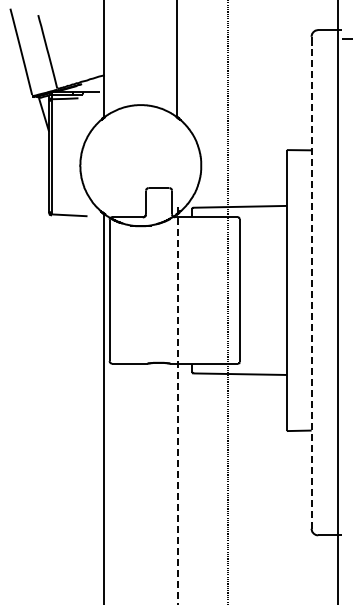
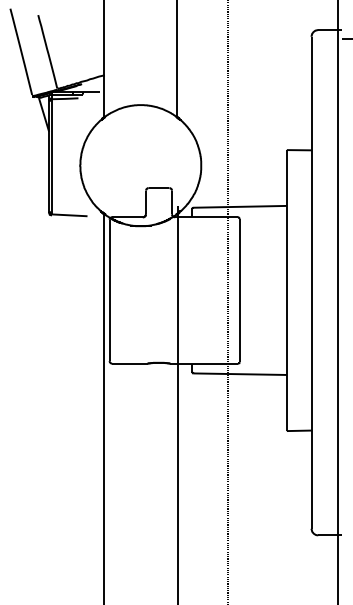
line at (311, 287): dashed -> solid
line at (178, 404): dashed -> solid
